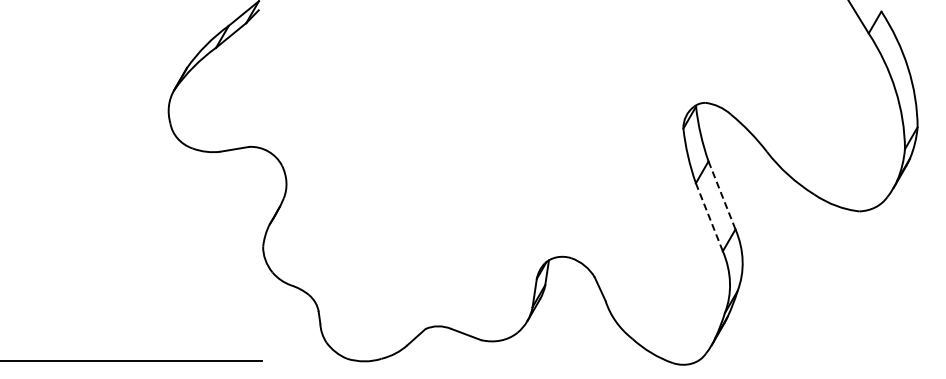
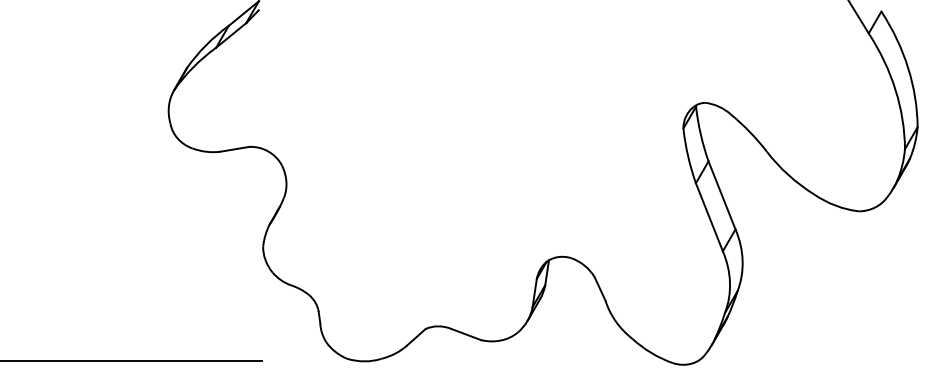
line at (722, 195): dashed -> solid
line at (709, 217): dashed -> solid
